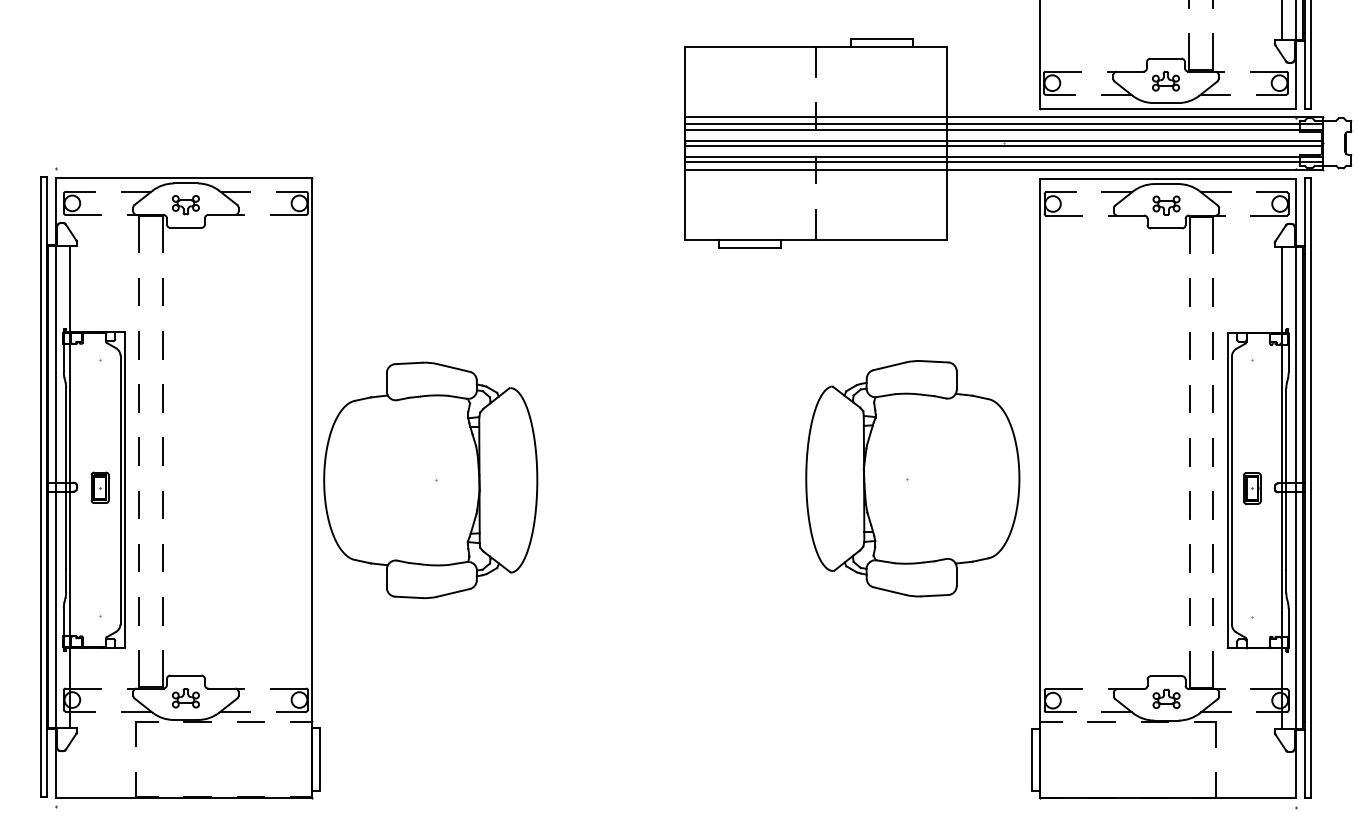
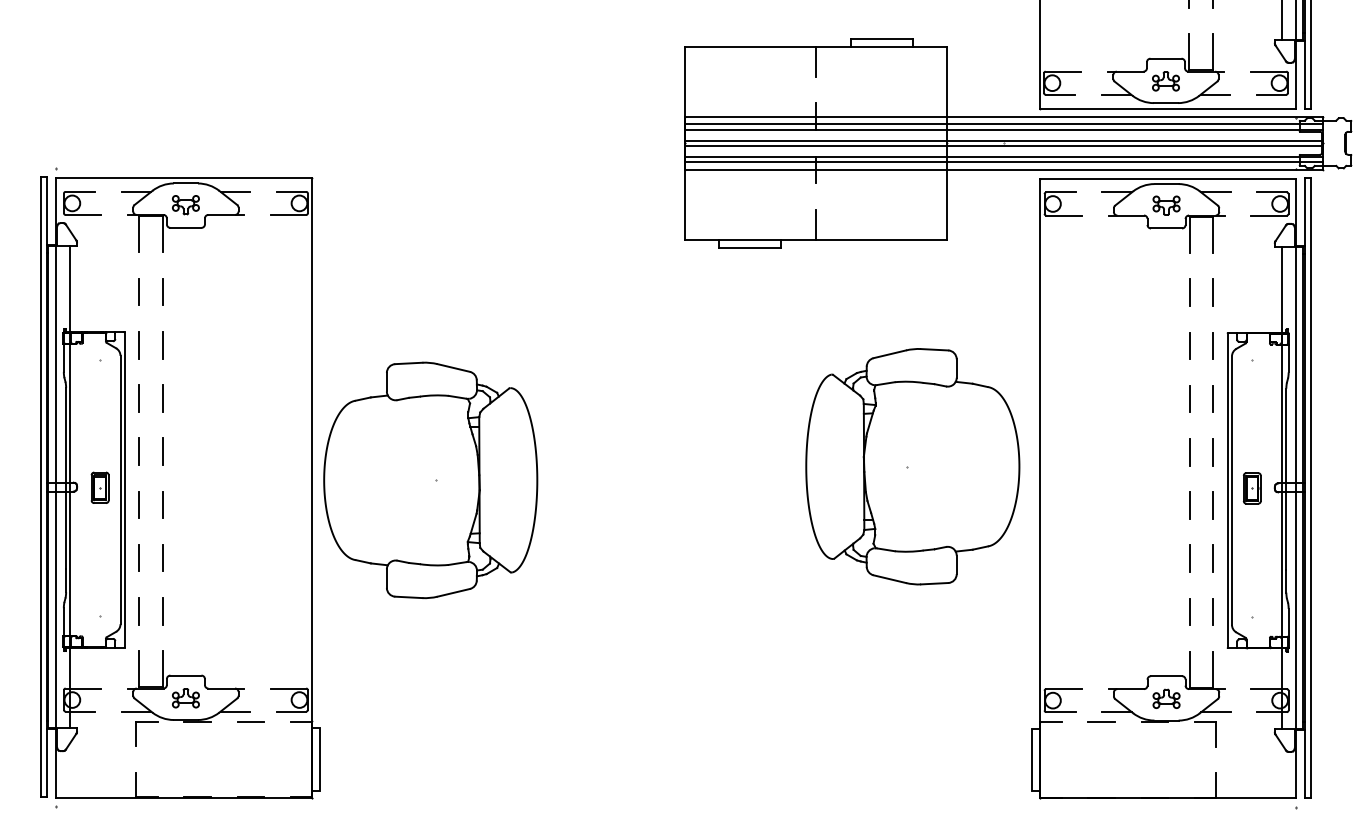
part at (912, 478) position: (912, 478) -> (912, 466)
